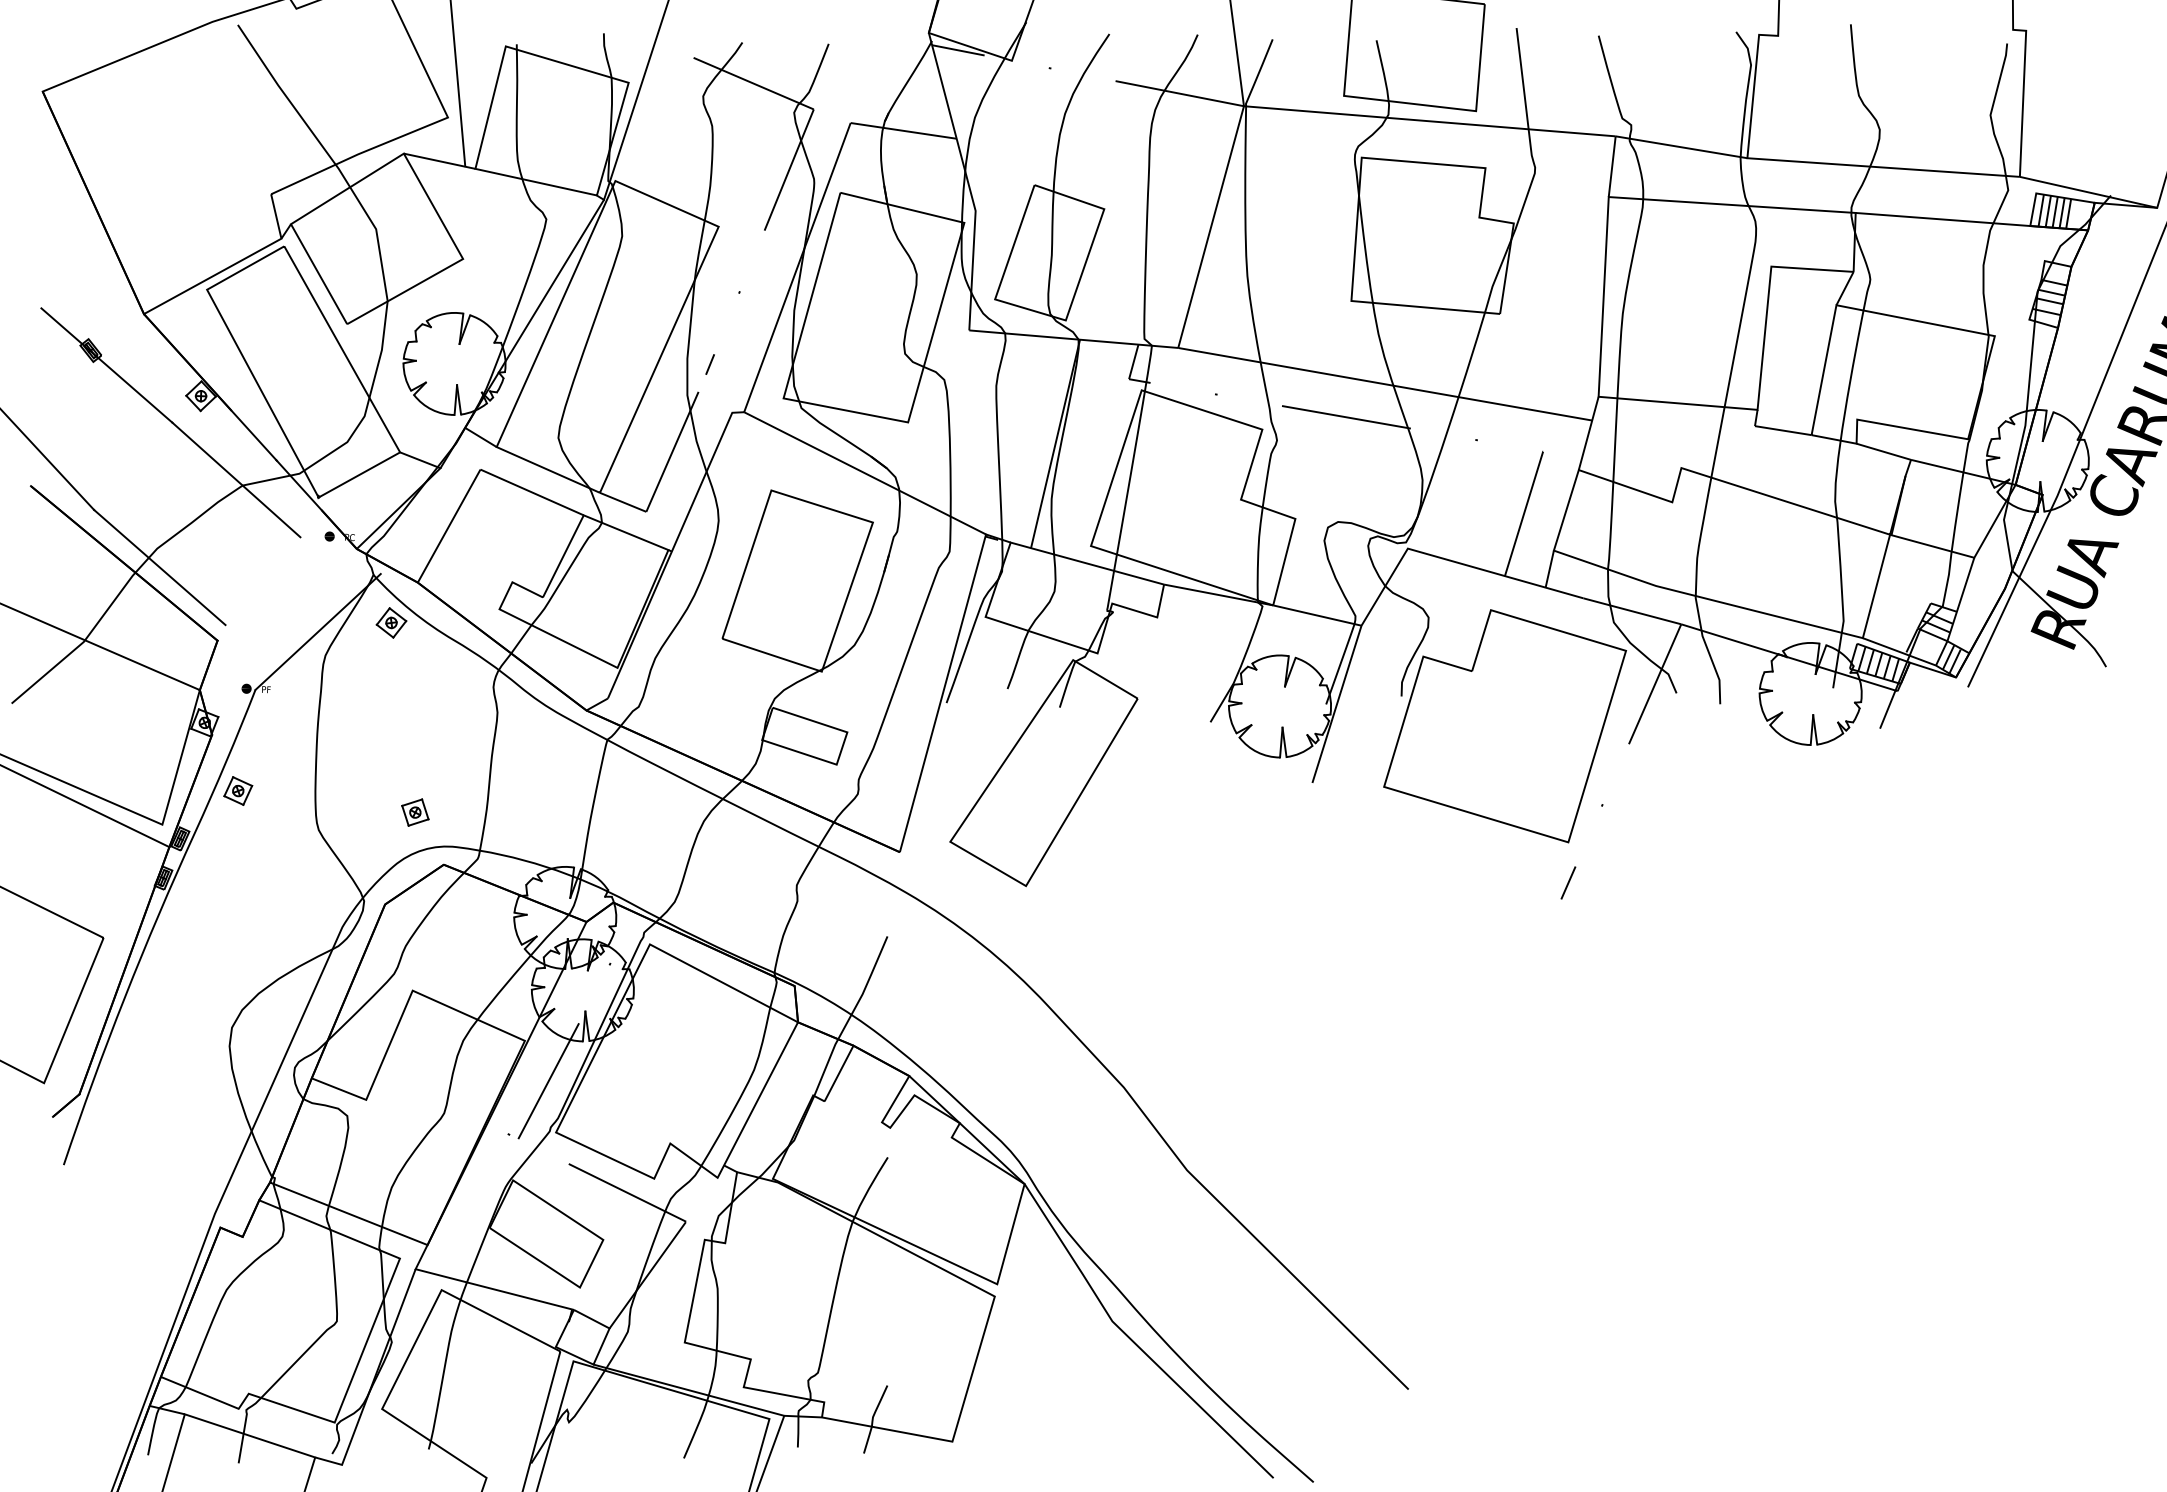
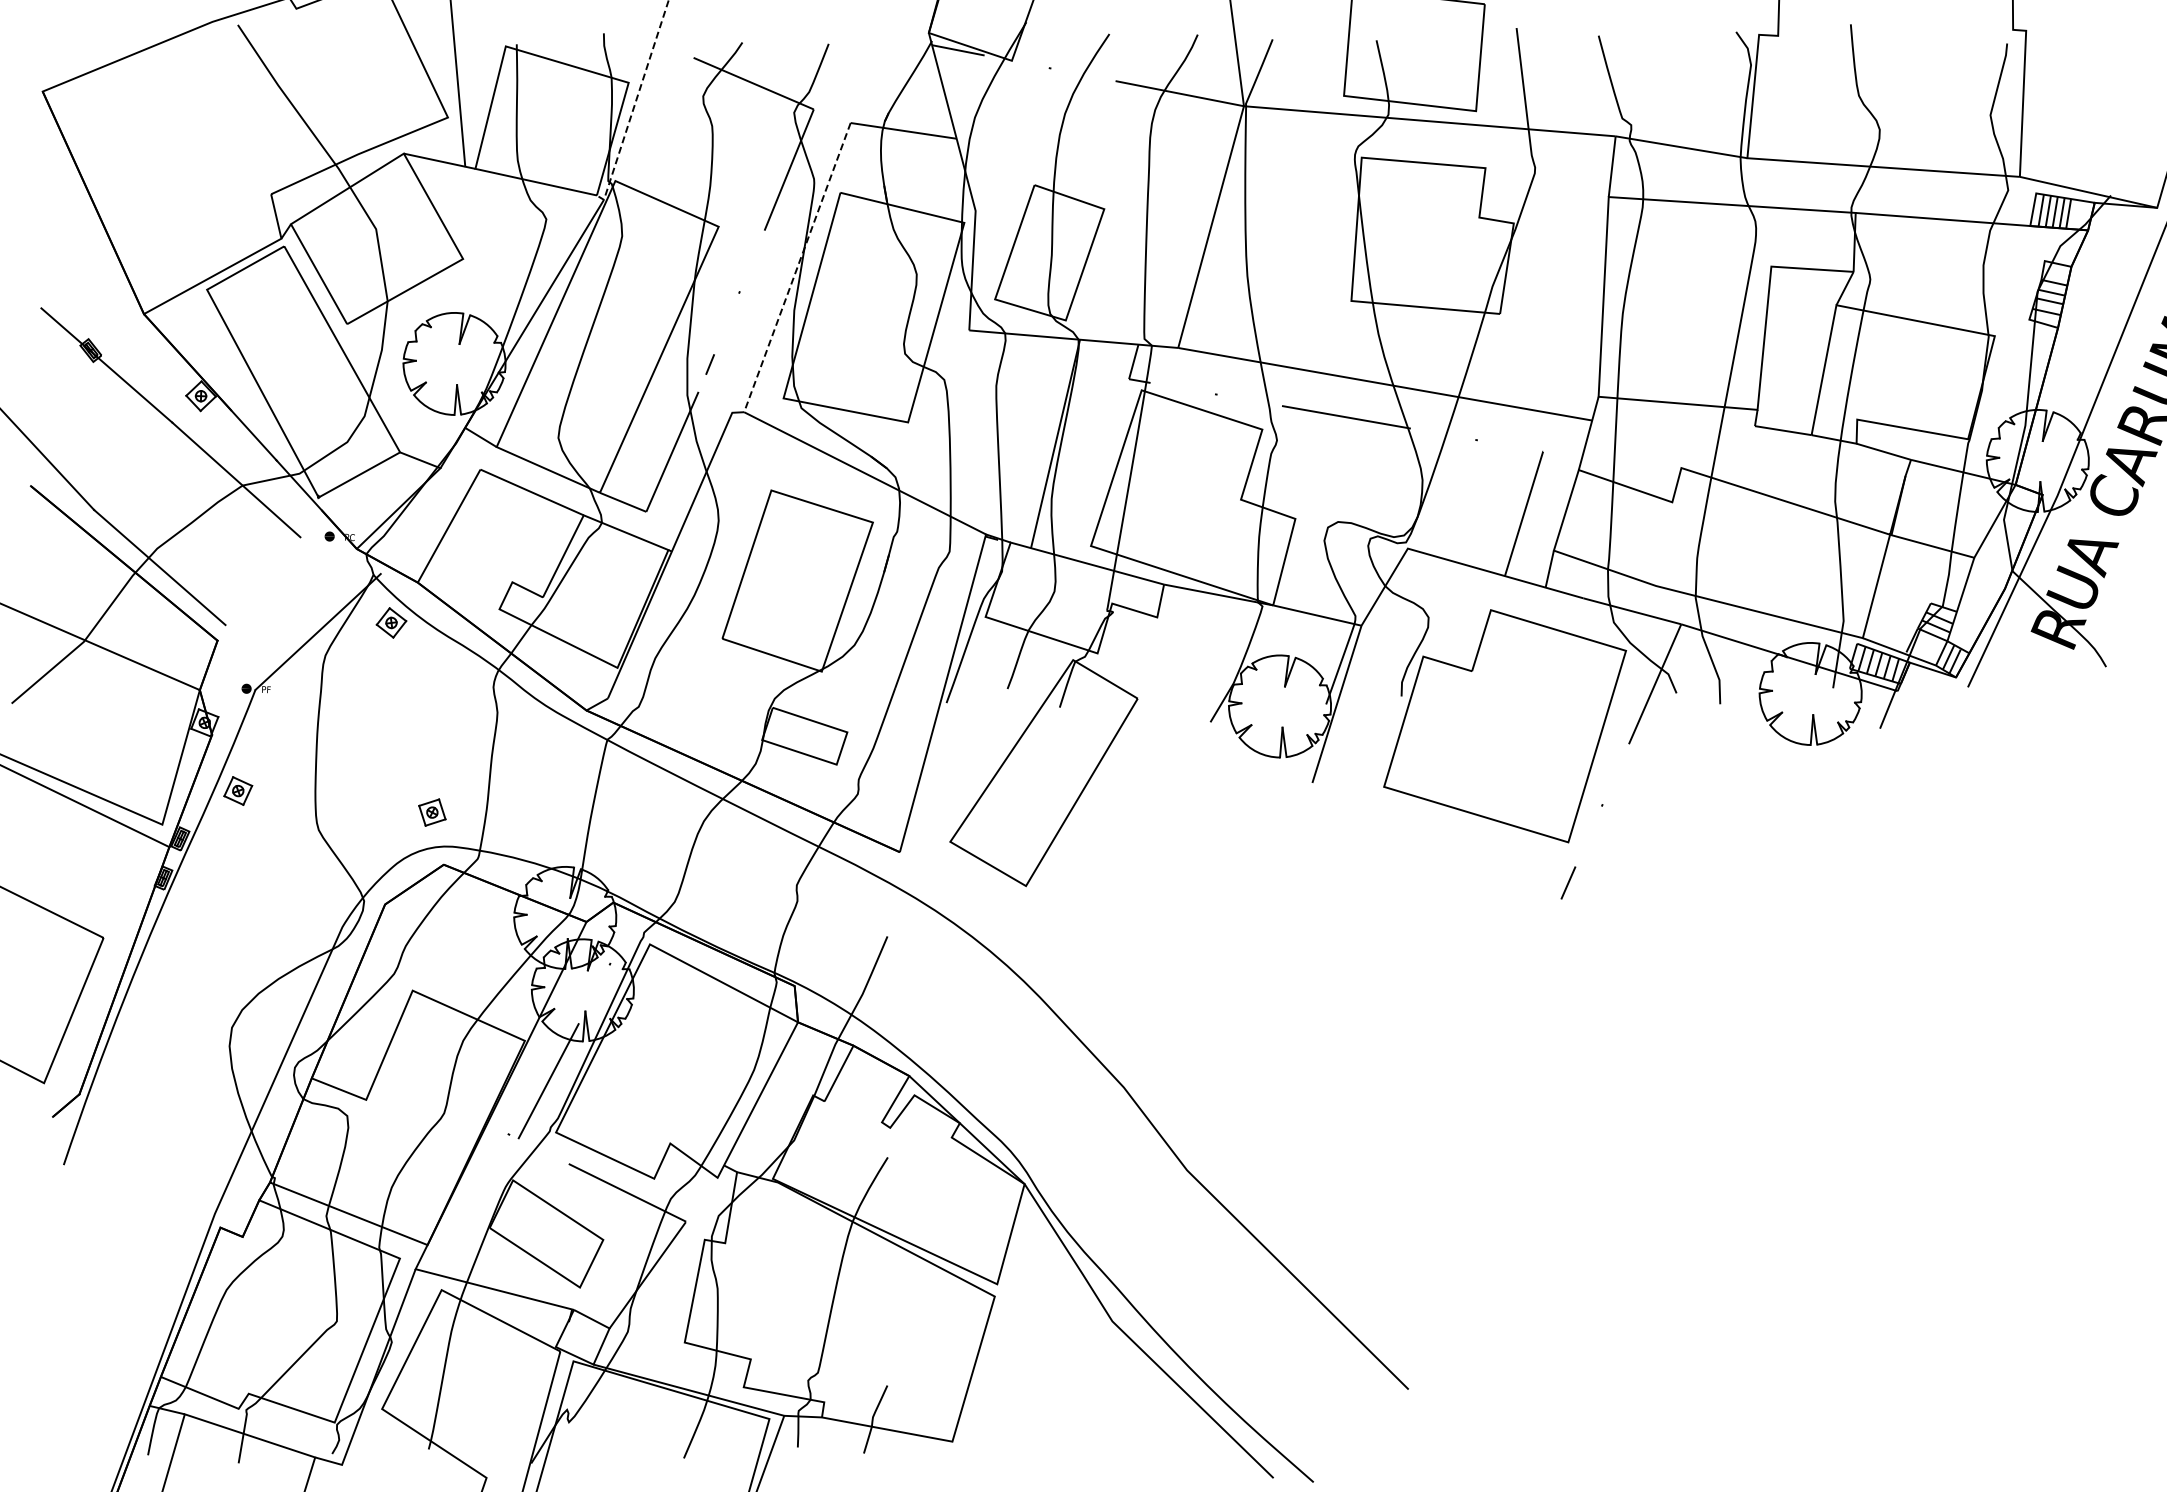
line at (634, 104): solid -> dashed
line at (797, 268): solid -> dashed
part at (415, 812) position: (415, 812) -> (432, 812)
